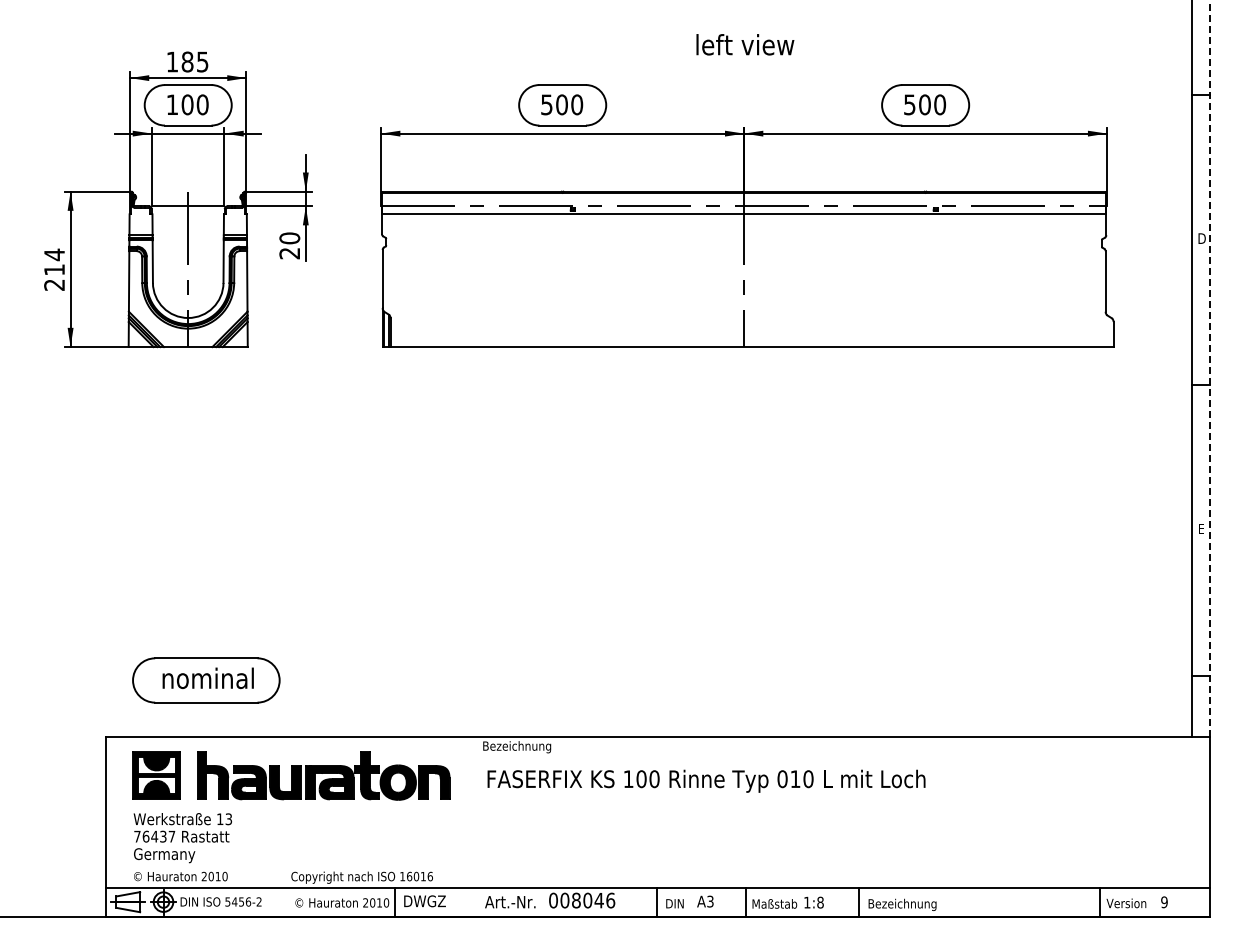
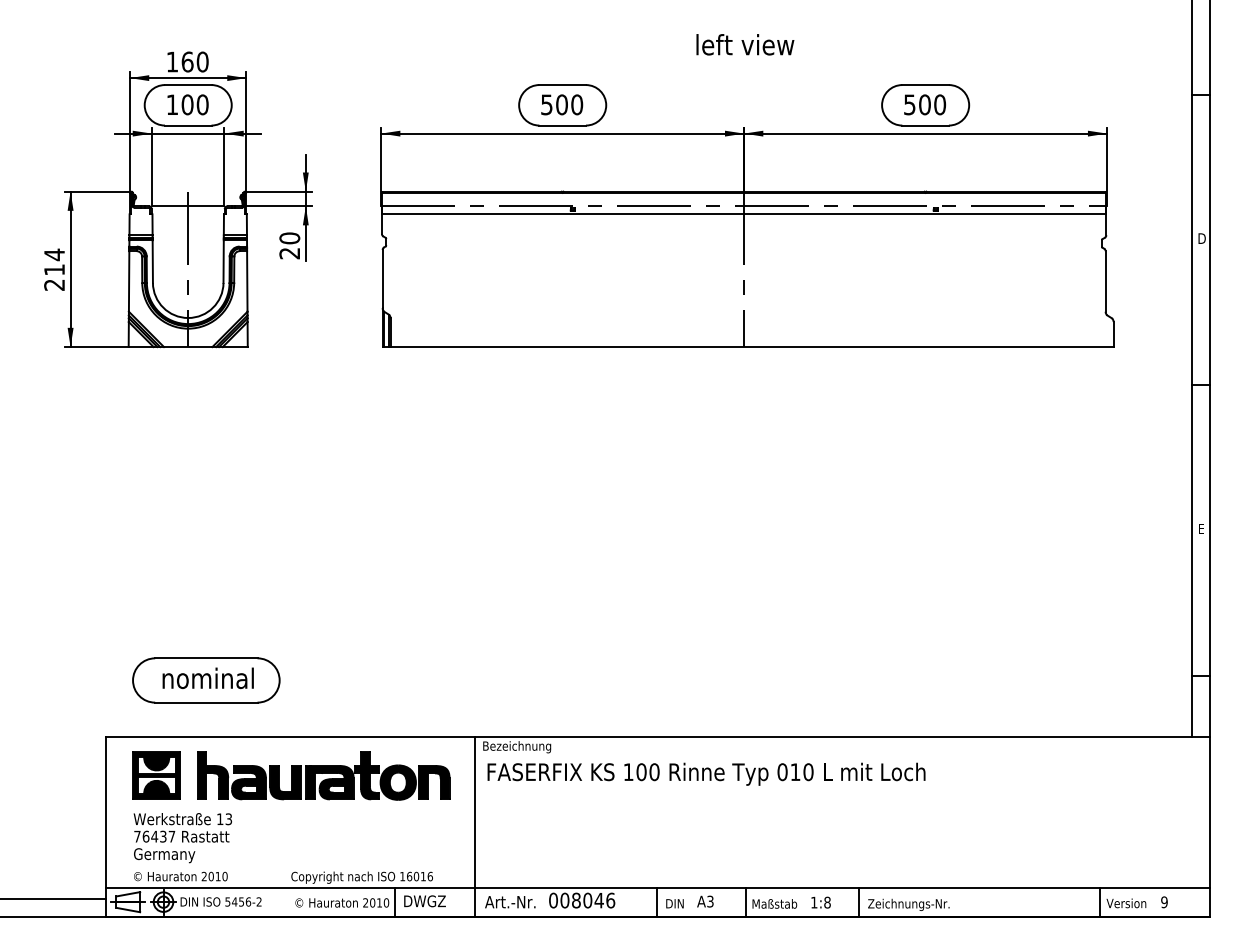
text at (194, 61): 185 -> 160
line at (1209, 368): dashed -> solid
text at (706, 780) position: (706, 780) -> (706, 773)
line at (474, 826): none -> present
line at (54, 899): none -> present
text at (813, 902) position: (813, 902) -> (820, 902)
text at (908, 904): Bezeichnung -> Zeichnungs-Nr.
